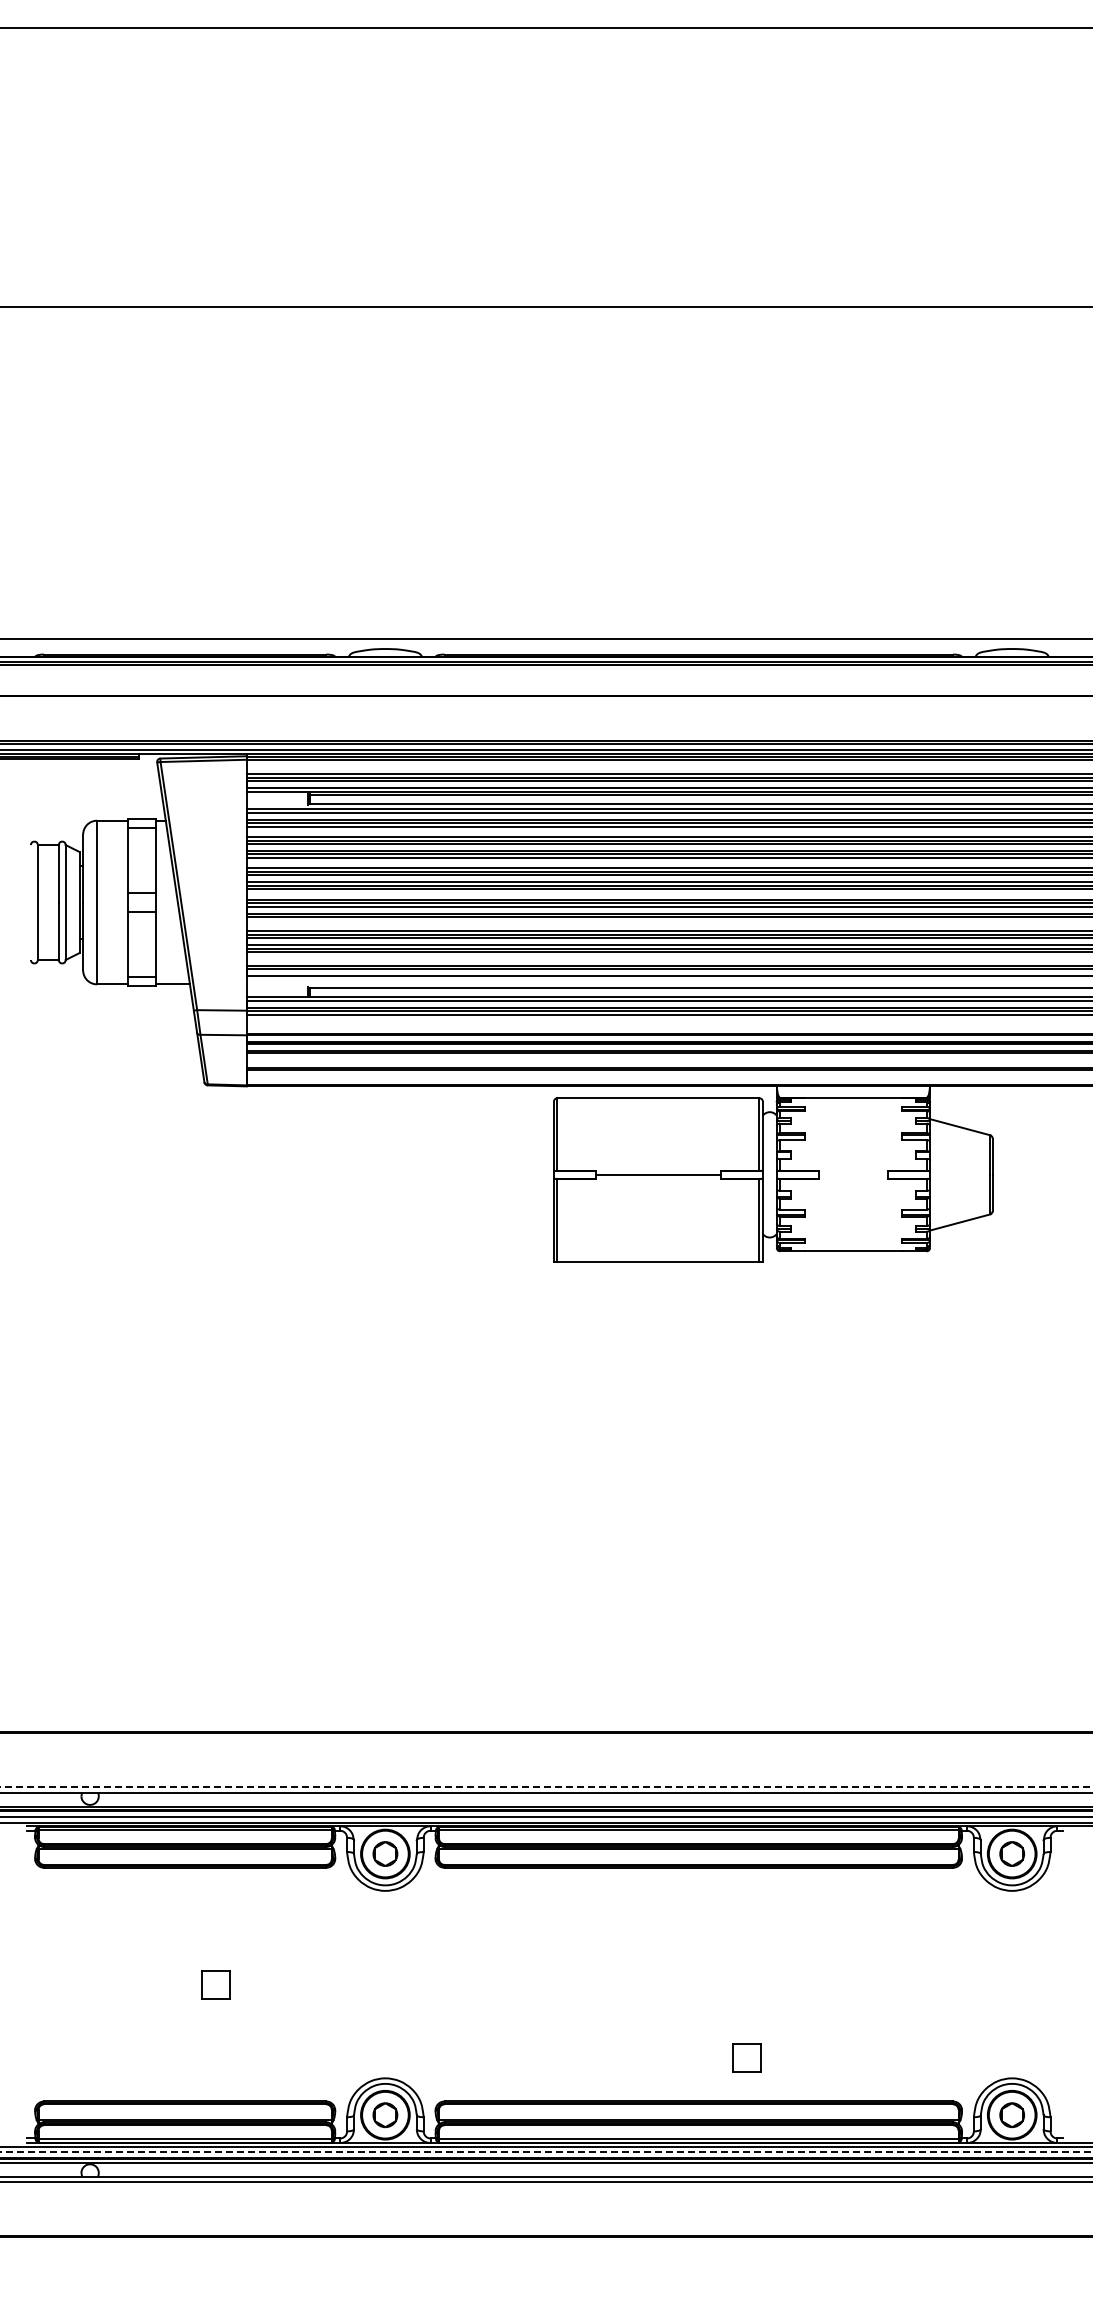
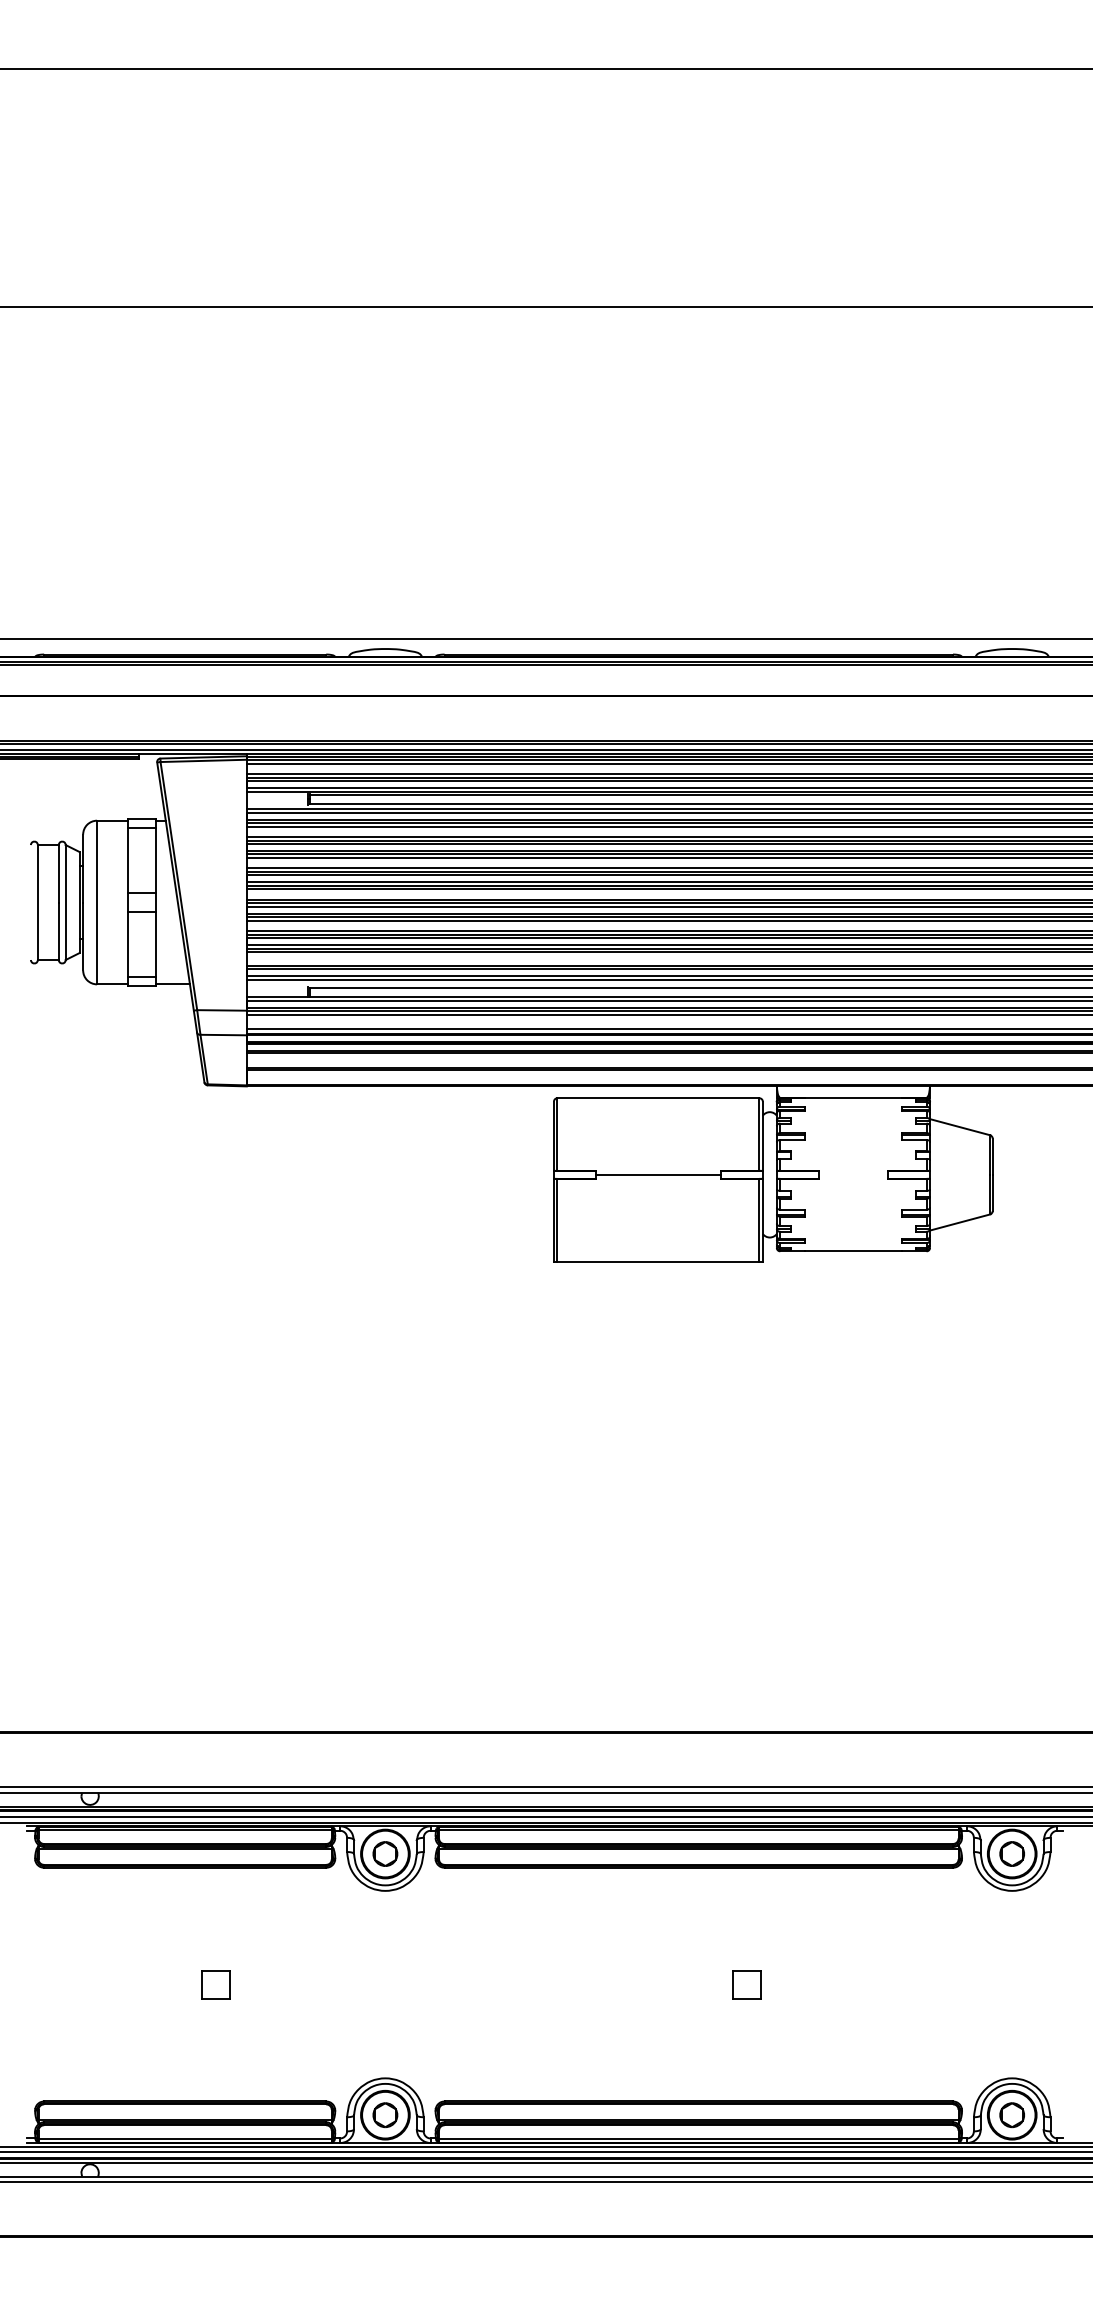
line at (545, 28) position: (545, 28) -> (545, 69)
line at (667, 763): none -> present
line at (667, 920): none -> present
line at (667, 979): none -> present
line at (667, 1028): none -> present
line at (546, 1787): dashed -> solid
part at (746, 2057) position: (746, 2057) -> (746, 1984)
line at (546, 2152): dashed -> solid
